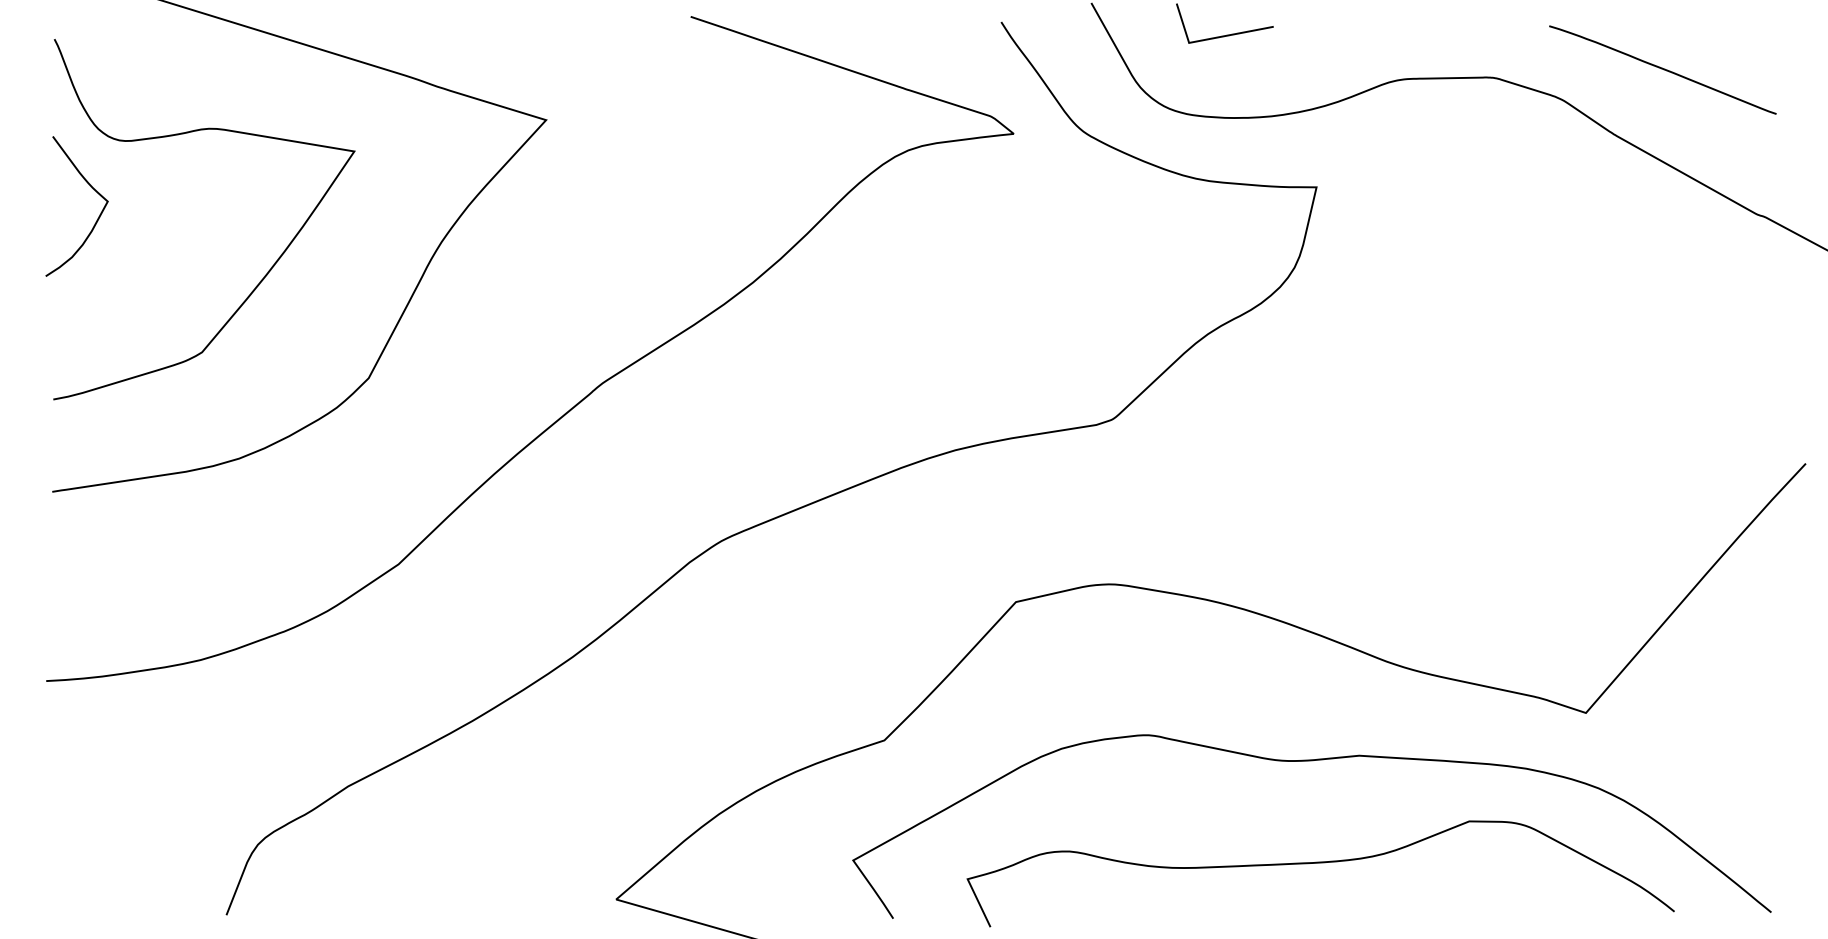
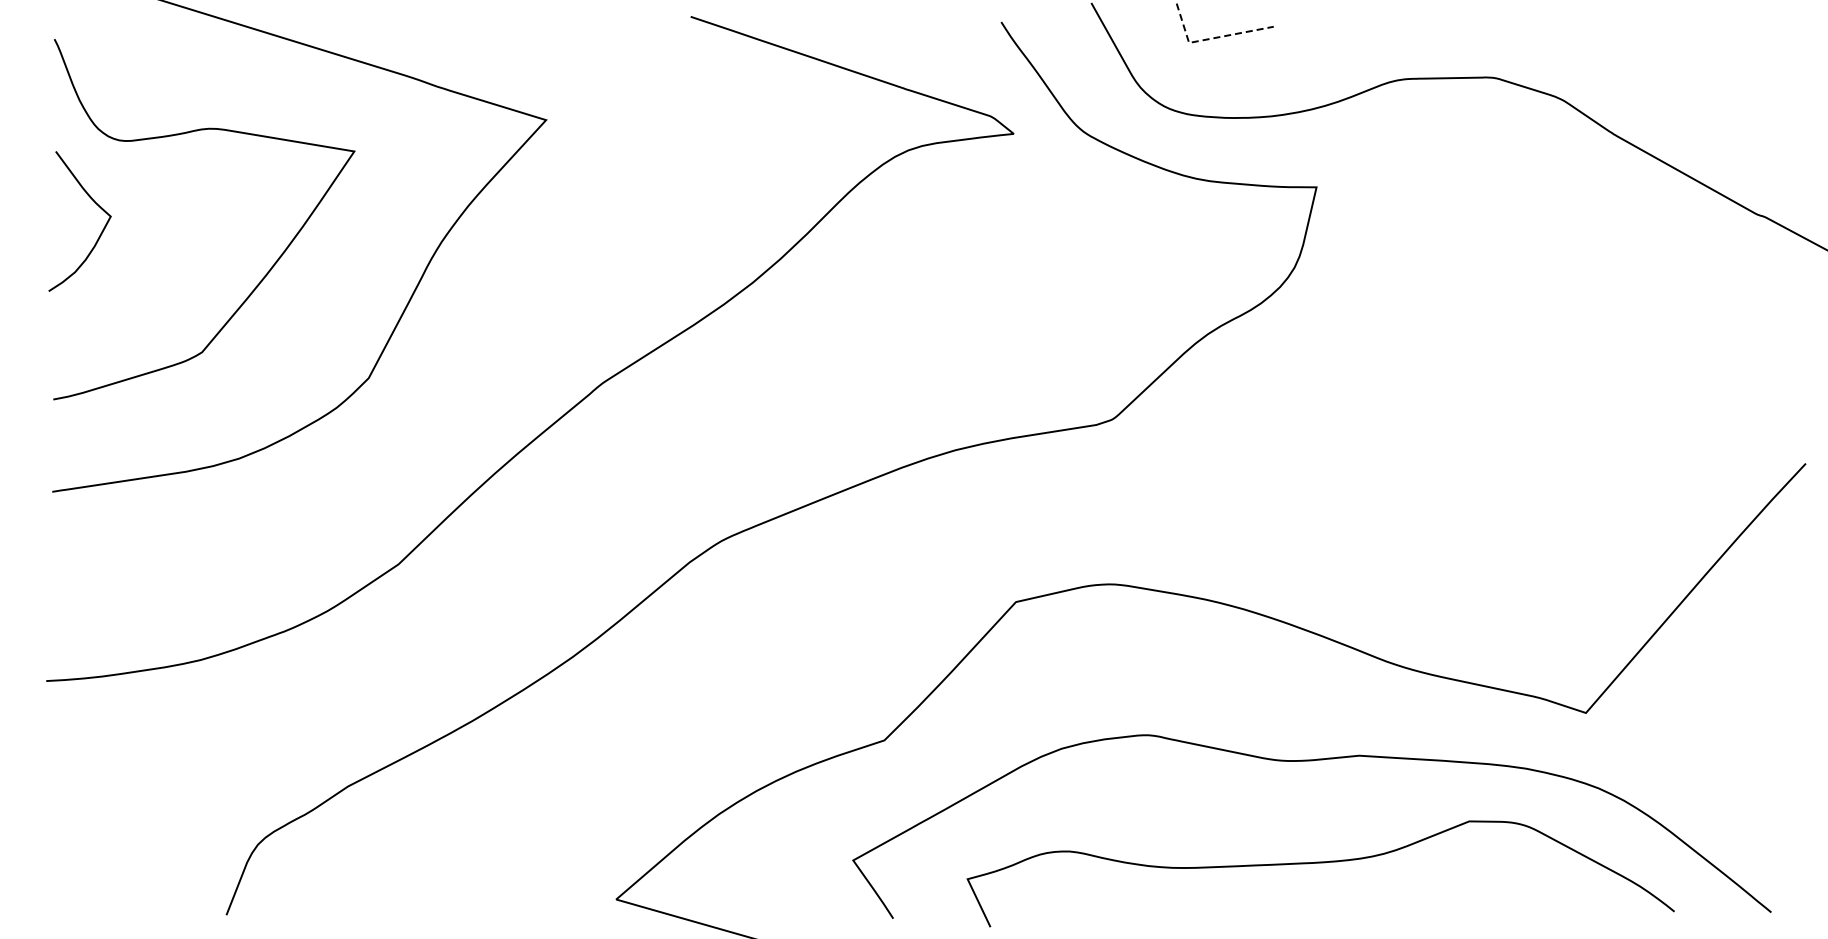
line at (1211, 38): solid -> dashed
curve at (1662, 69): present -> none
curve at (93, 189) position: (93, 189) -> (96, 204)
